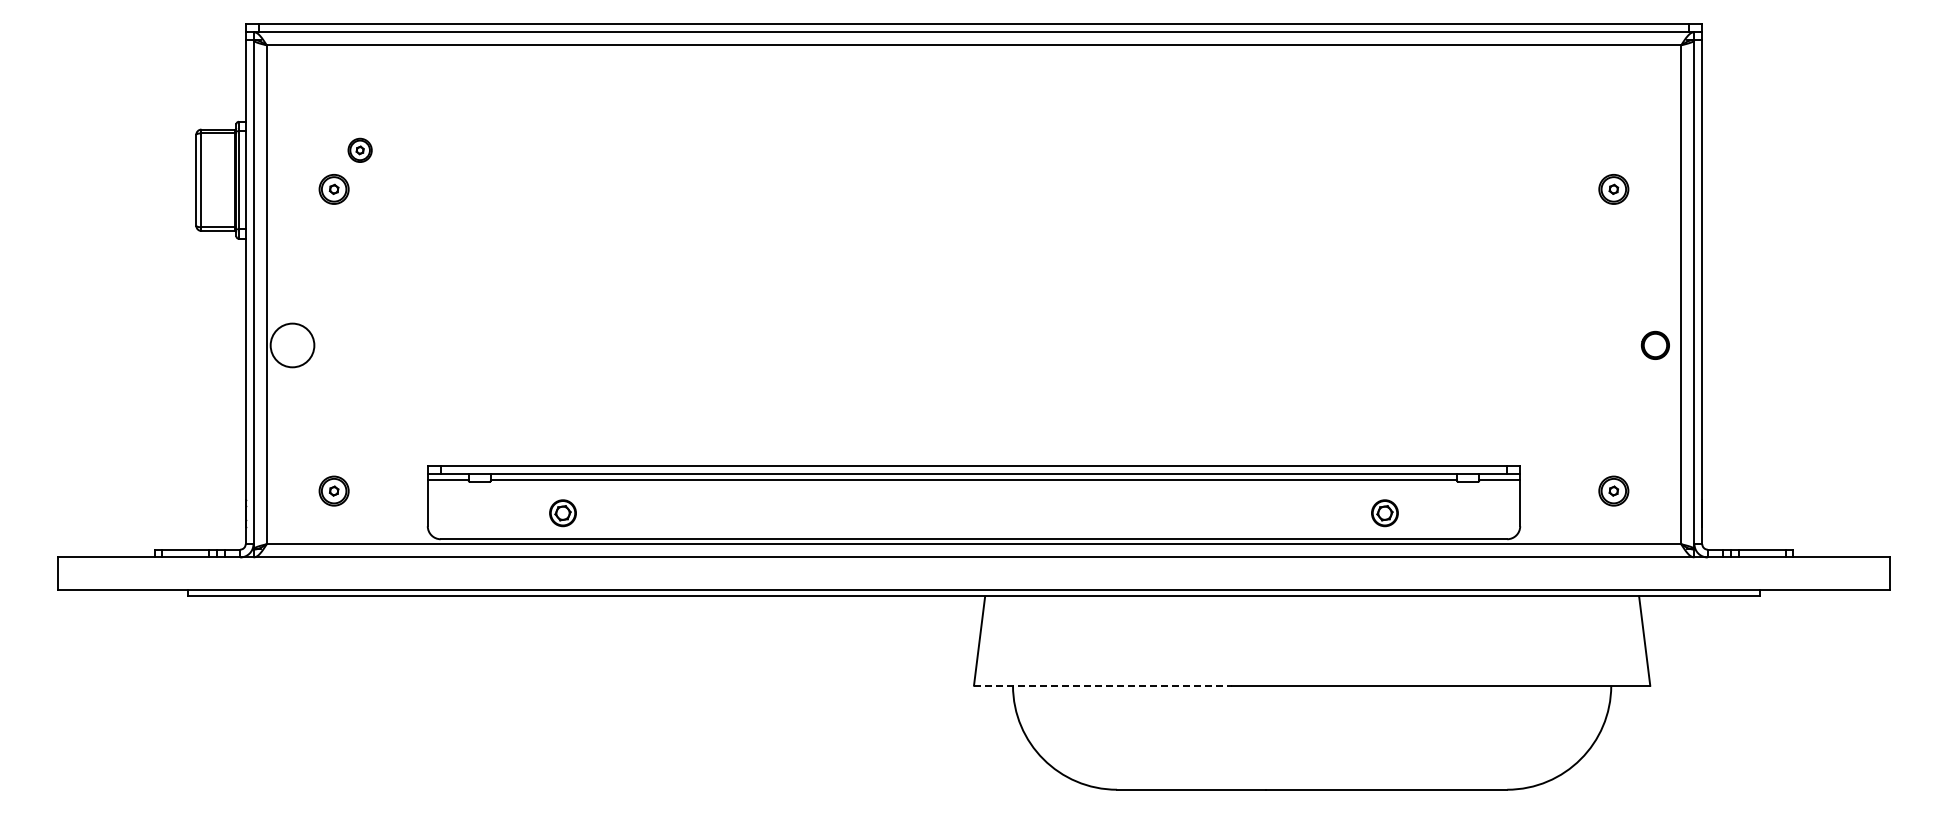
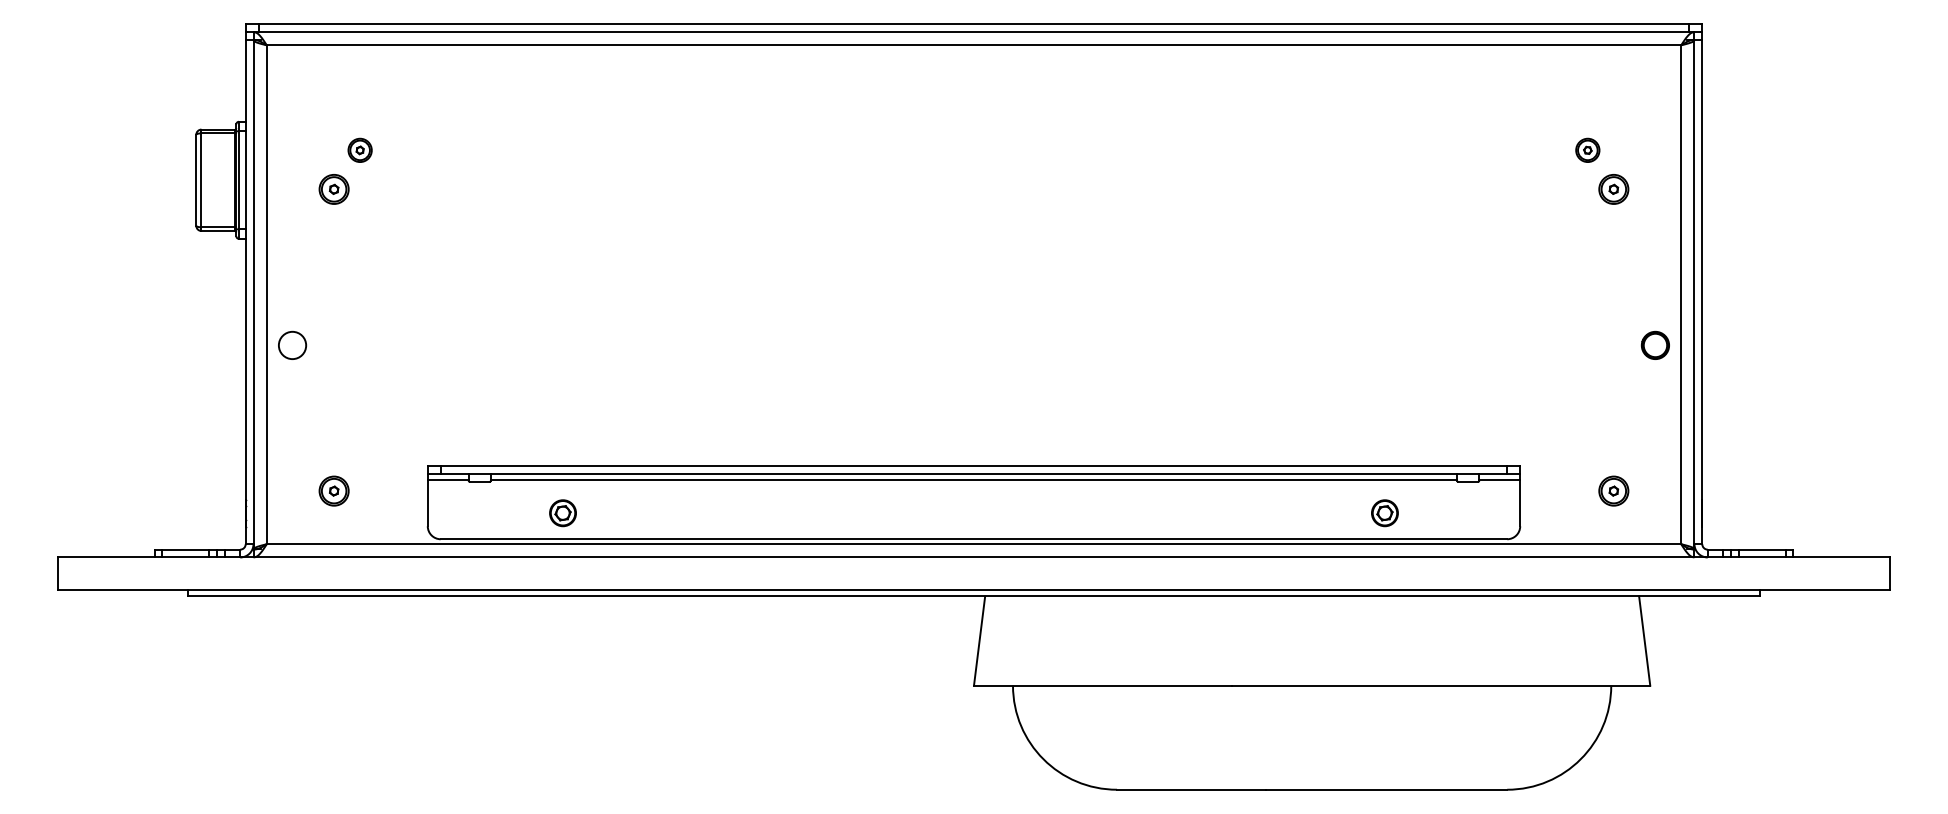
part at (1587, 149): none -> present
circle at (292, 345) diameter: 44 px -> 27 px
line at (1102, 685): dashed -> solid
